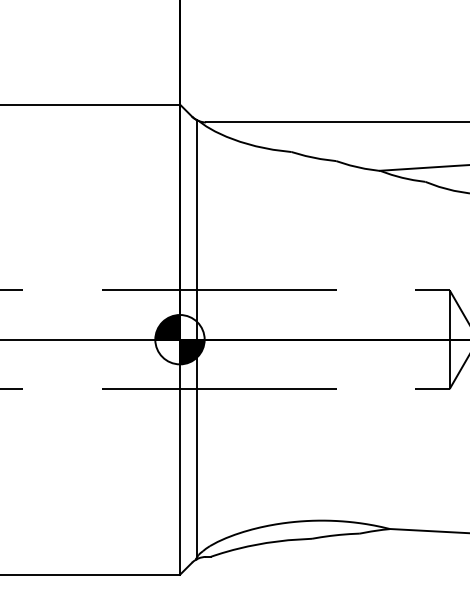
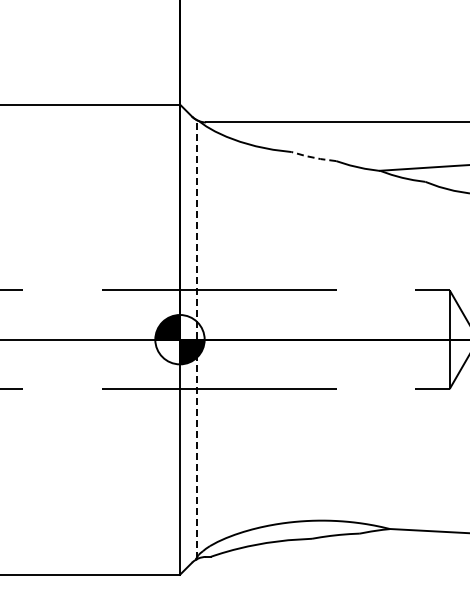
line at (313, 157): solid -> dashed
line at (196, 339): solid -> dashed
